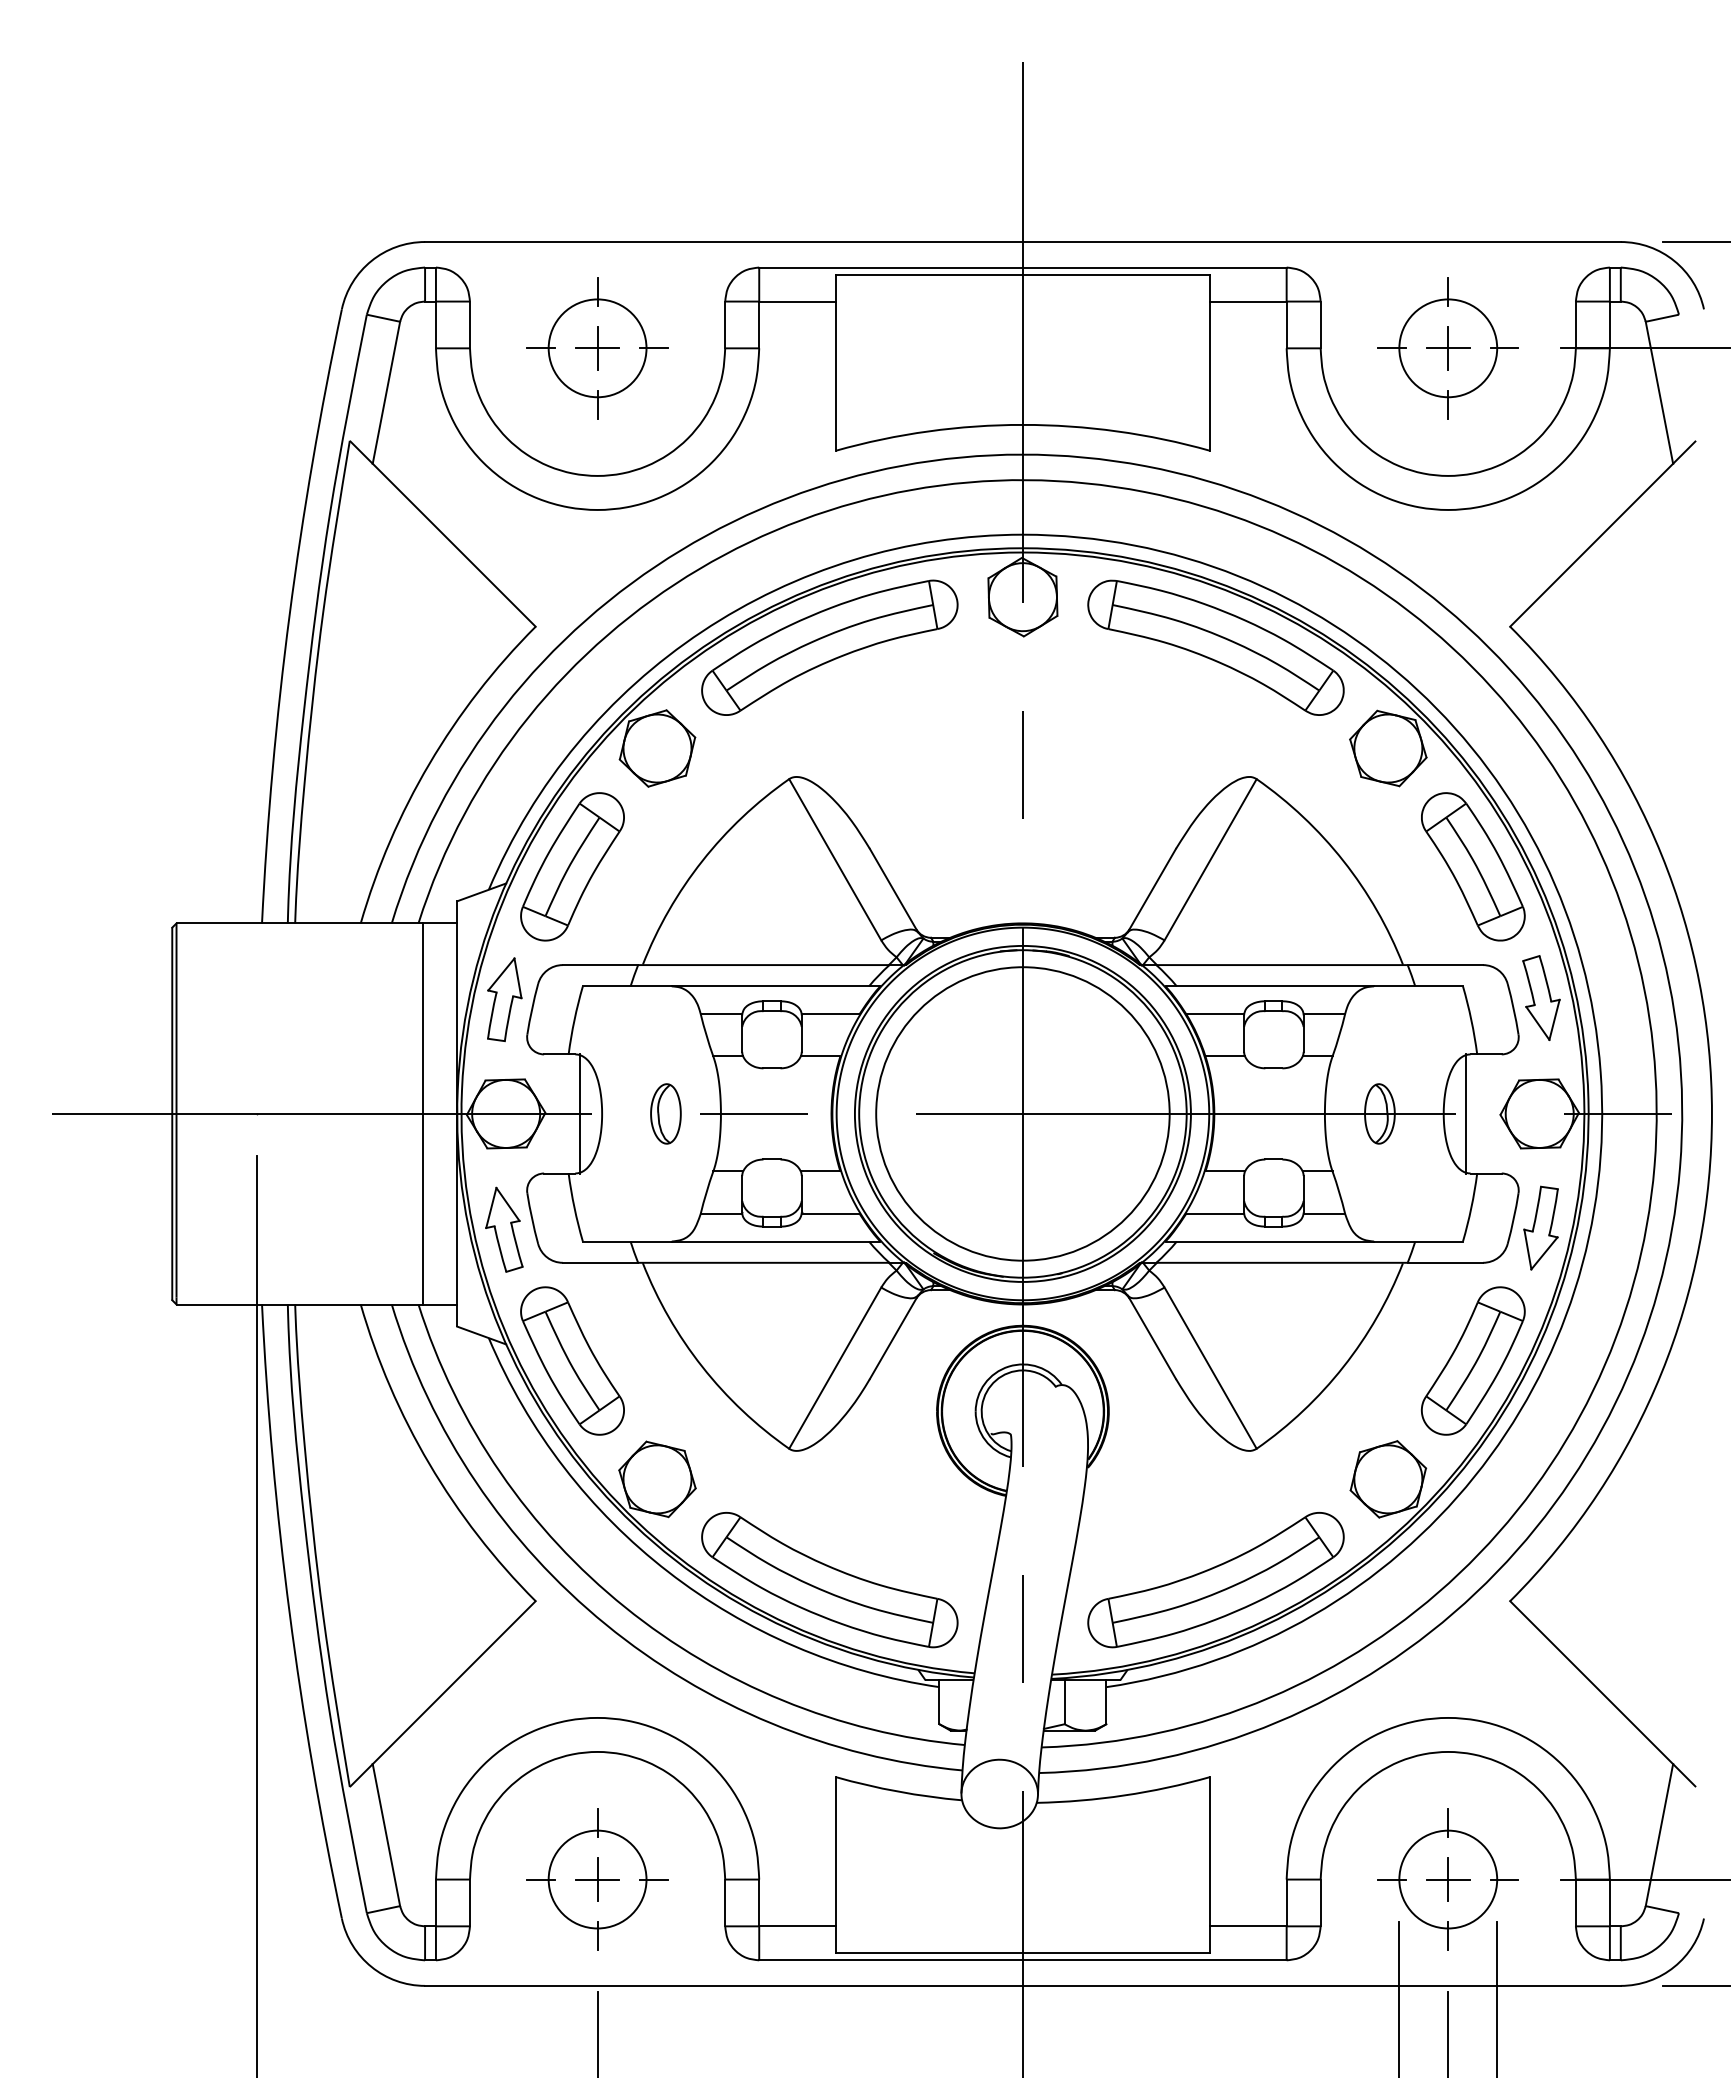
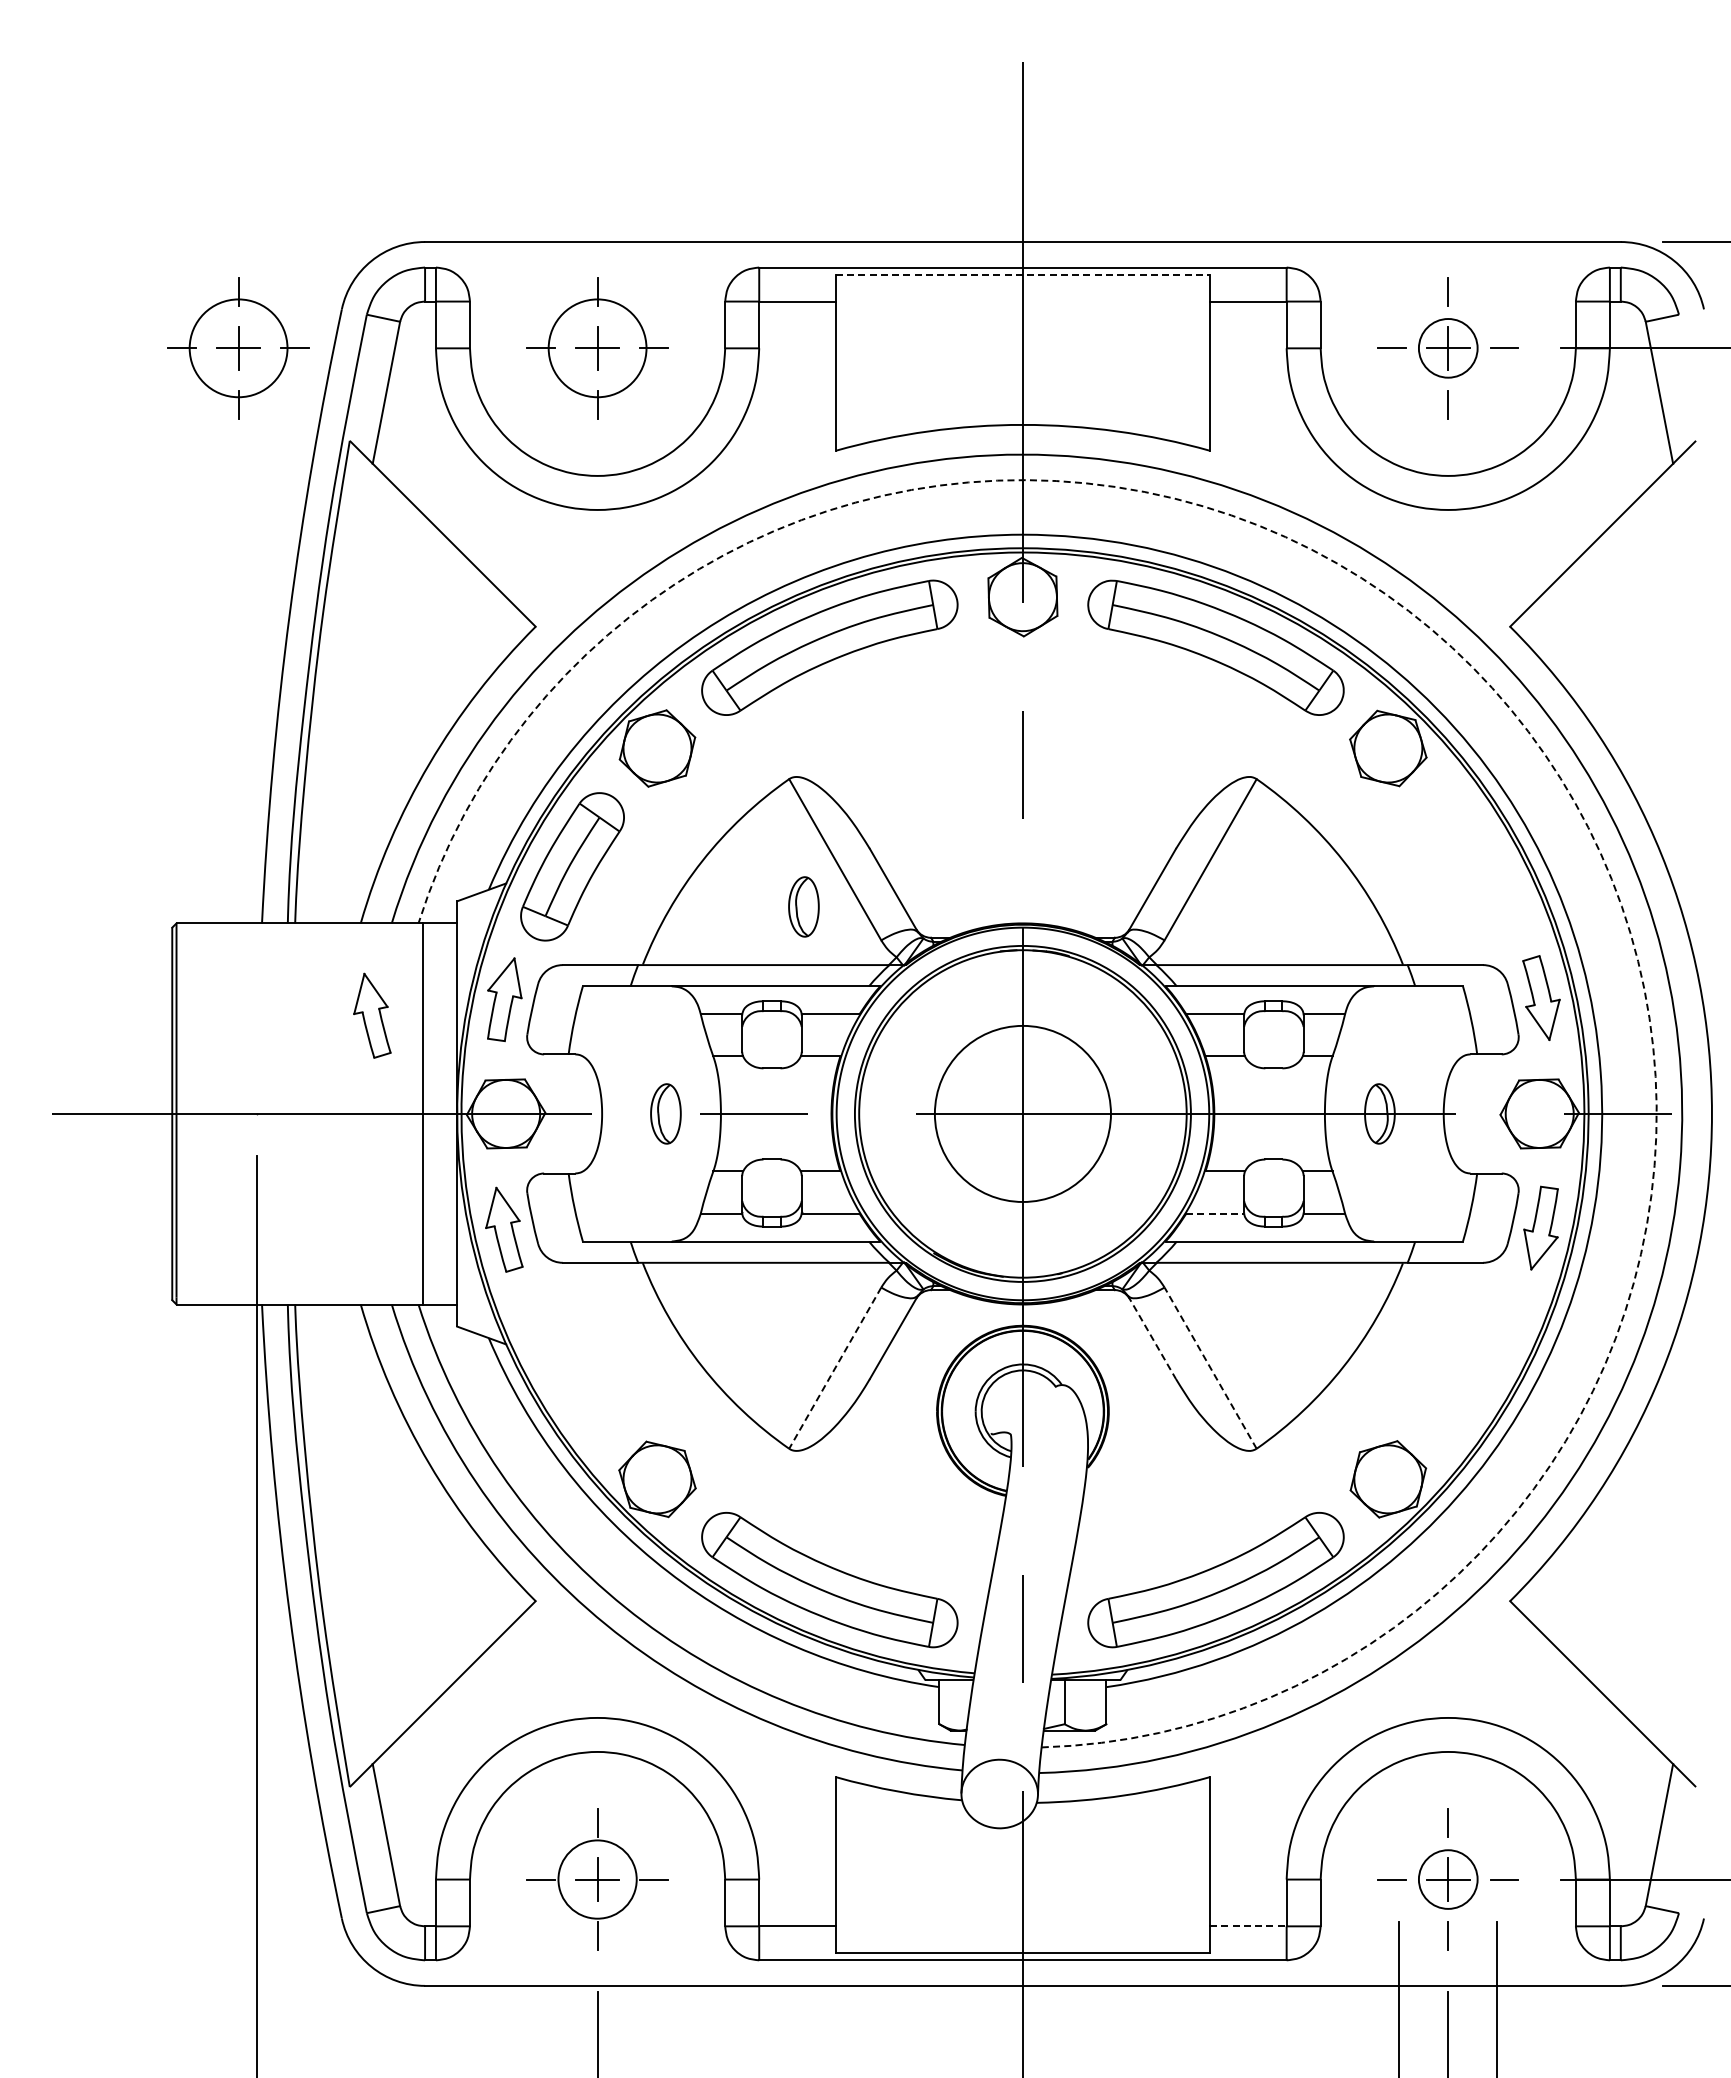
line at (1023, 275): solid -> dashed
part at (238, 348): none -> present
circle at (1448, 348) diameter: 98 px -> 59 px
arc at (1528, 731): solid -> dashed
part at (1473, 866): present -> none
part at (803, 906): none -> present
part at (372, 1015): none -> present
line at (579, 1113): present -> none
circle at (1022, 1113) diameter: 293 px -> 176 px
line at (1466, 1113): present -> none
line at (1215, 1213): solid -> dashed
line at (1152, 1337): solid -> dashed
part at (572, 1360): present -> none
part at (1472, 1360): present -> none
line at (835, 1368): solid -> dashed
line at (1210, 1368): solid -> dashed
circle at (597, 1879) diameter: 98 px -> 78 px
circle at (1448, 1879) diameter: 98 px -> 59 px
line at (1248, 1926): solid -> dashed
